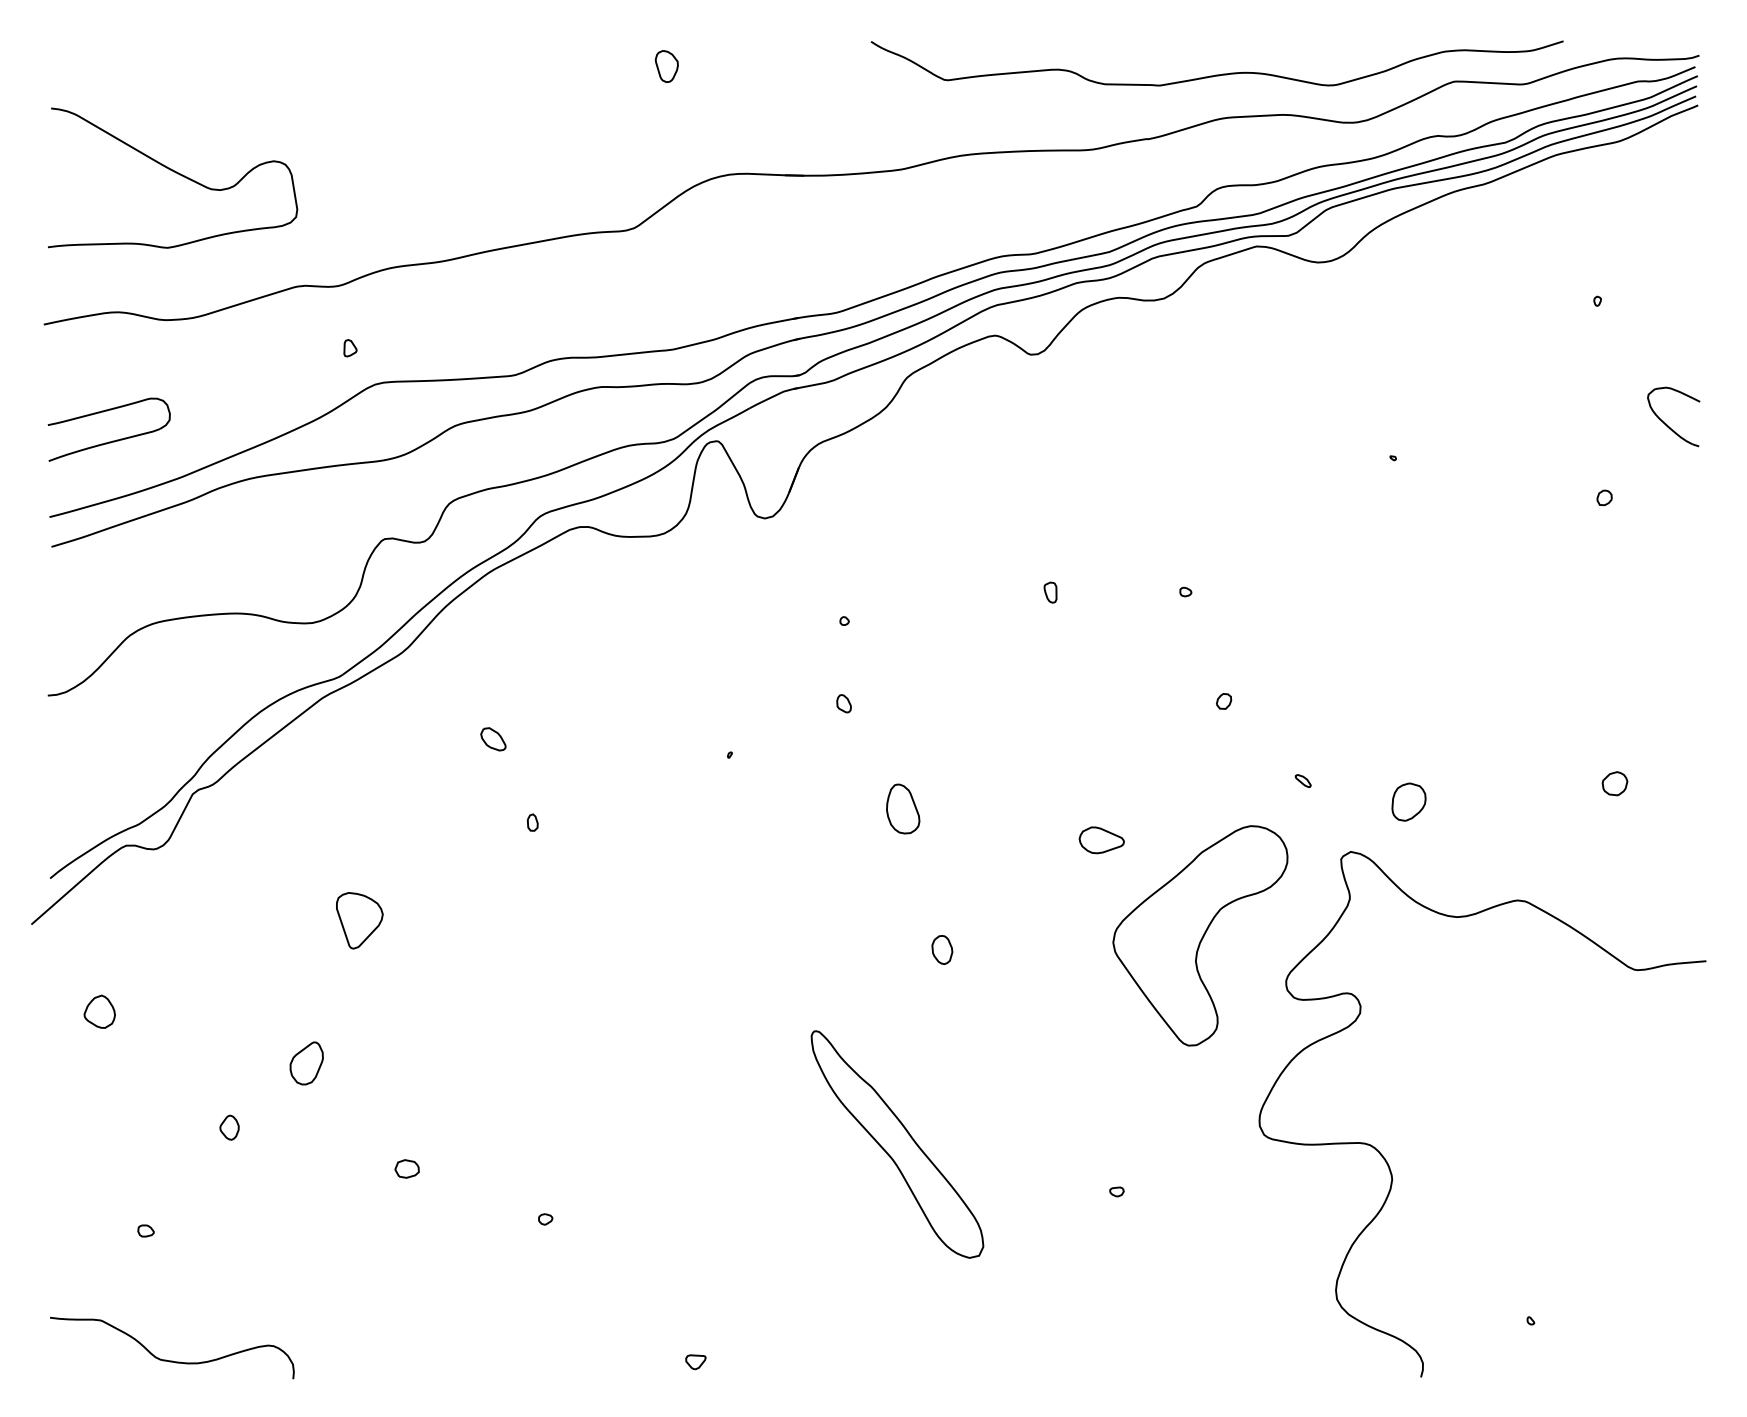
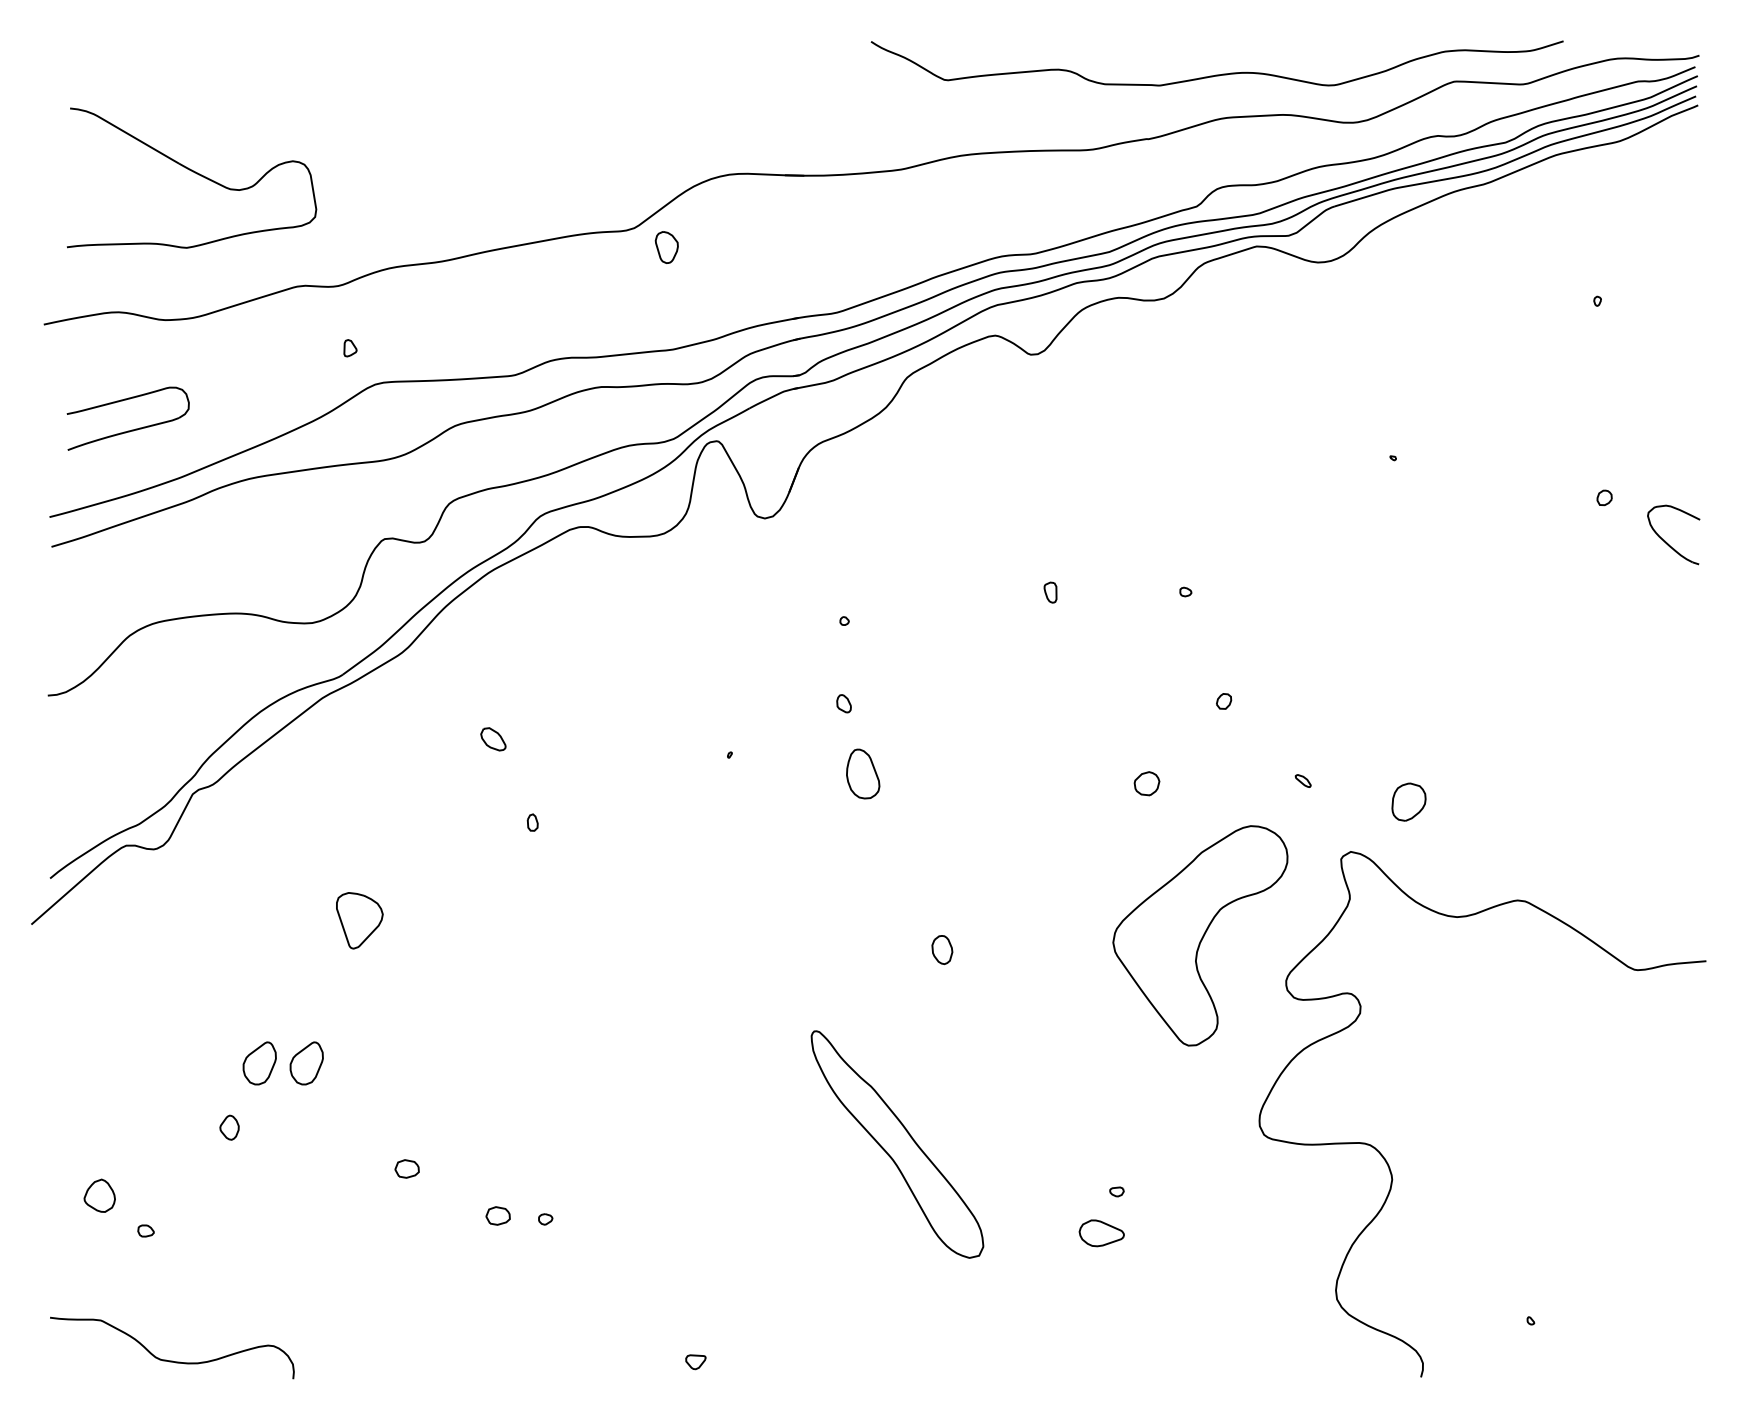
part at (666, 66) position: (666, 66) -> (666, 247)
part at (173, 177) position: (173, 177) -> (192, 177)
part at (1666, 423) position: (1666, 423) -> (1666, 541)
part at (112, 440) position: (112, 440) -> (131, 429)
part at (1614, 783) position: (1614, 783) -> (1146, 783)
part at (903, 808) position: (903, 808) -> (863, 773)
part at (1101, 840) position: (1101, 840) -> (1101, 1233)
part at (99, 1011) position: (99, 1011) -> (99, 1195)
part at (259, 1063): none -> present
part at (497, 1215): none -> present
